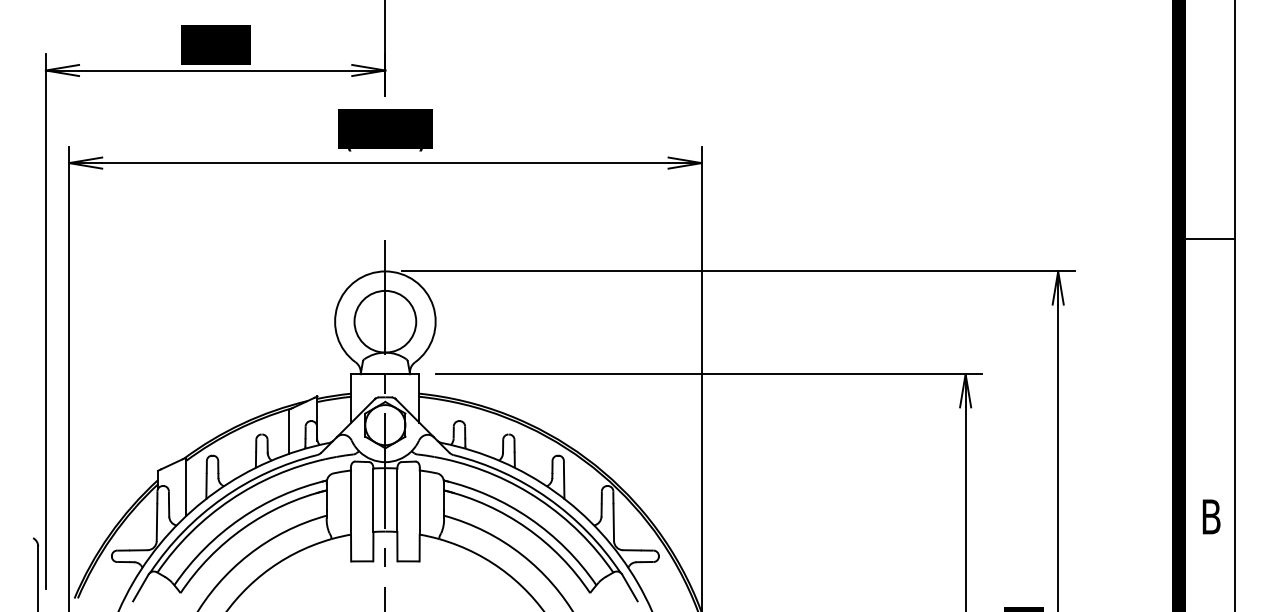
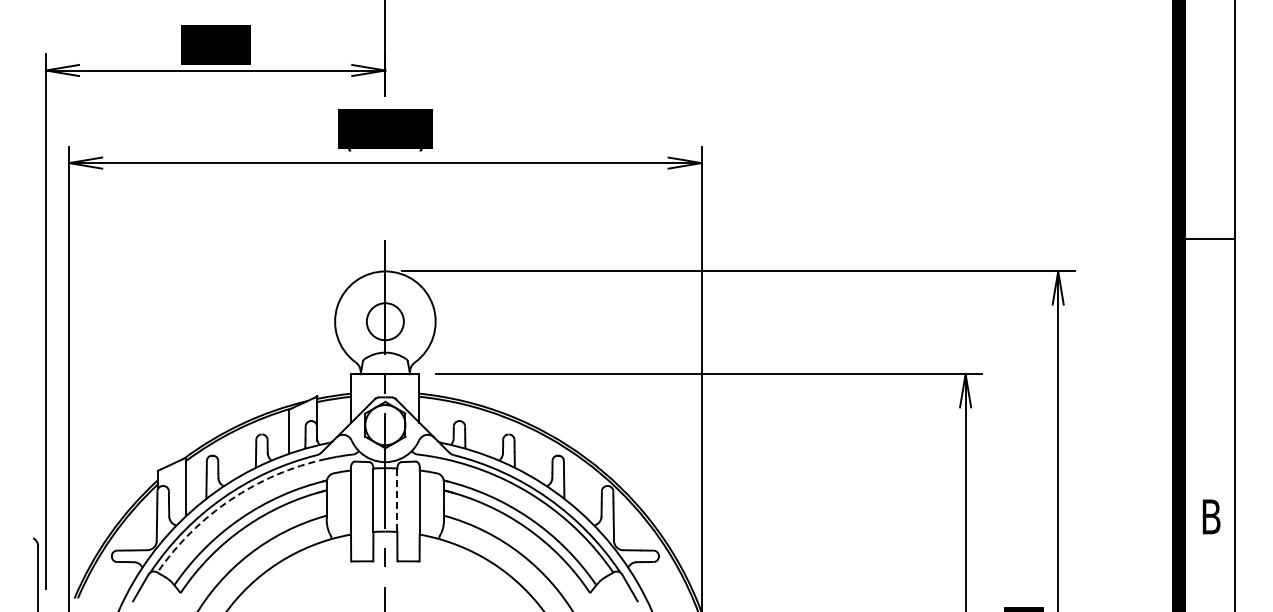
circle at (385, 321) diameter: 62 px -> 37 px
arc at (230, 499): solid -> dashed
line at (397, 500): solid -> dashed
